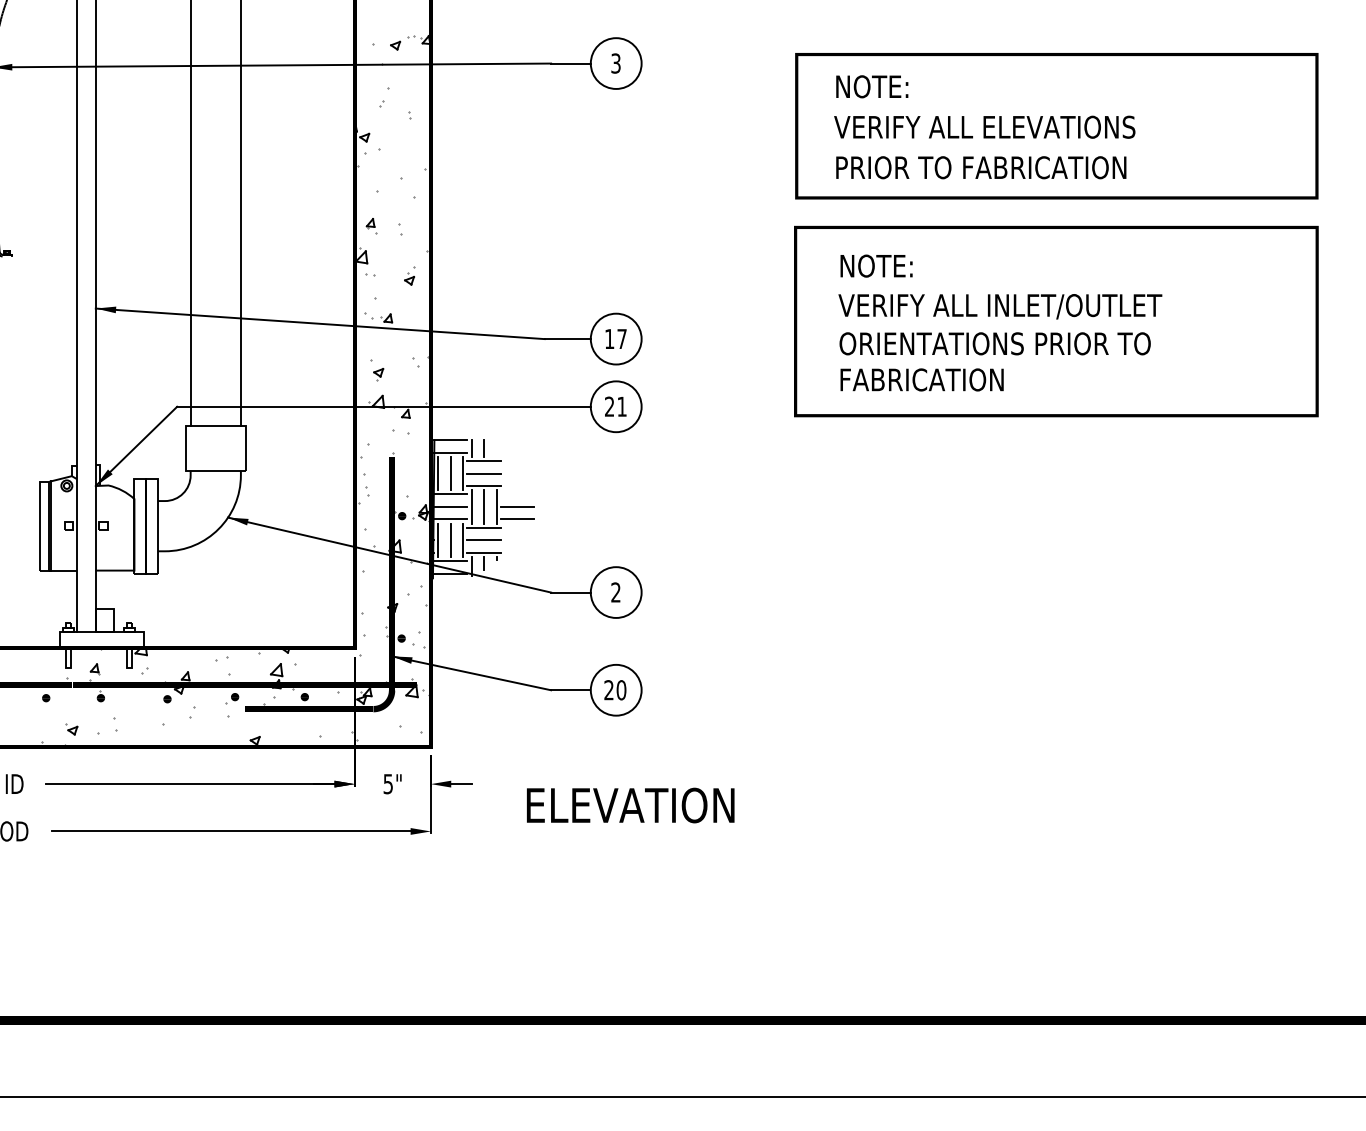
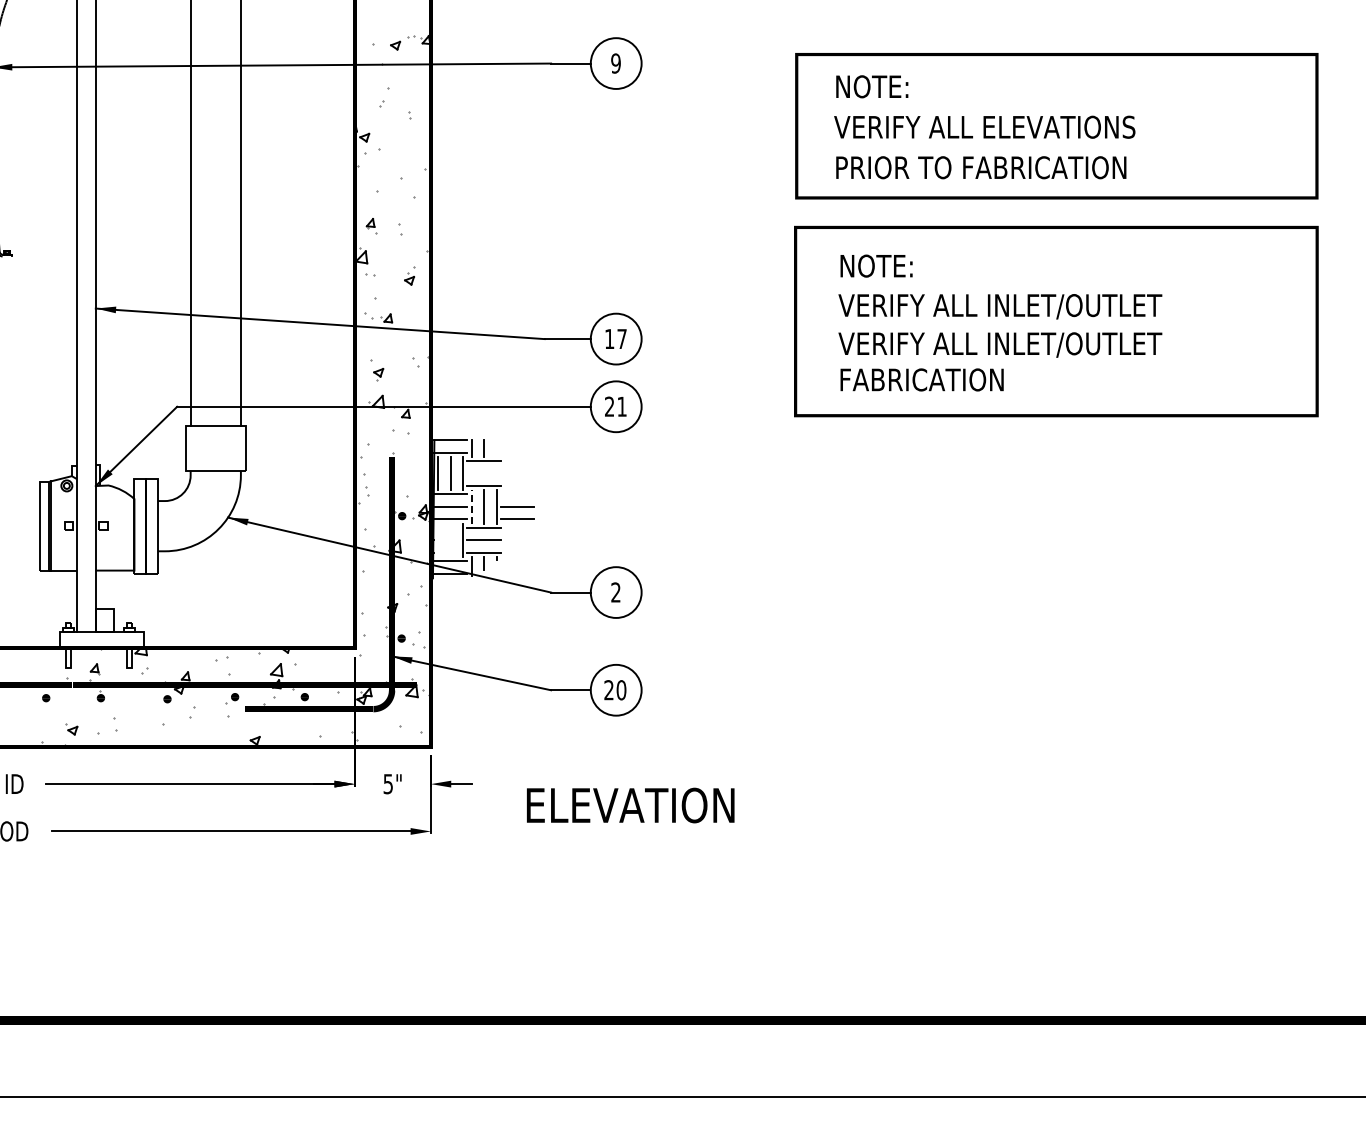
text at (615, 63): 3 -> 9
text at (1000, 344): ORIENTATIONS PRIOR TO -> VERIFY ALL INLET/OUTLET
line at (483, 473): present -> none
line at (471, 506): solid -> dashed
line at (438, 539): present -> none
line at (450, 539): present -> none
